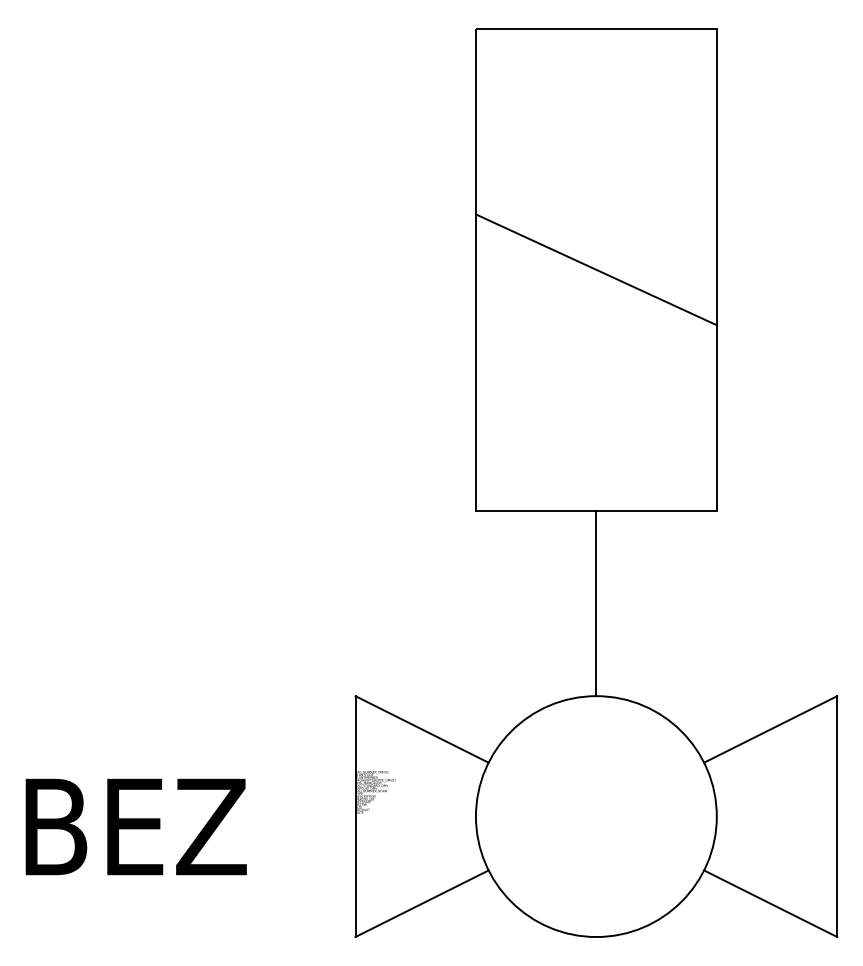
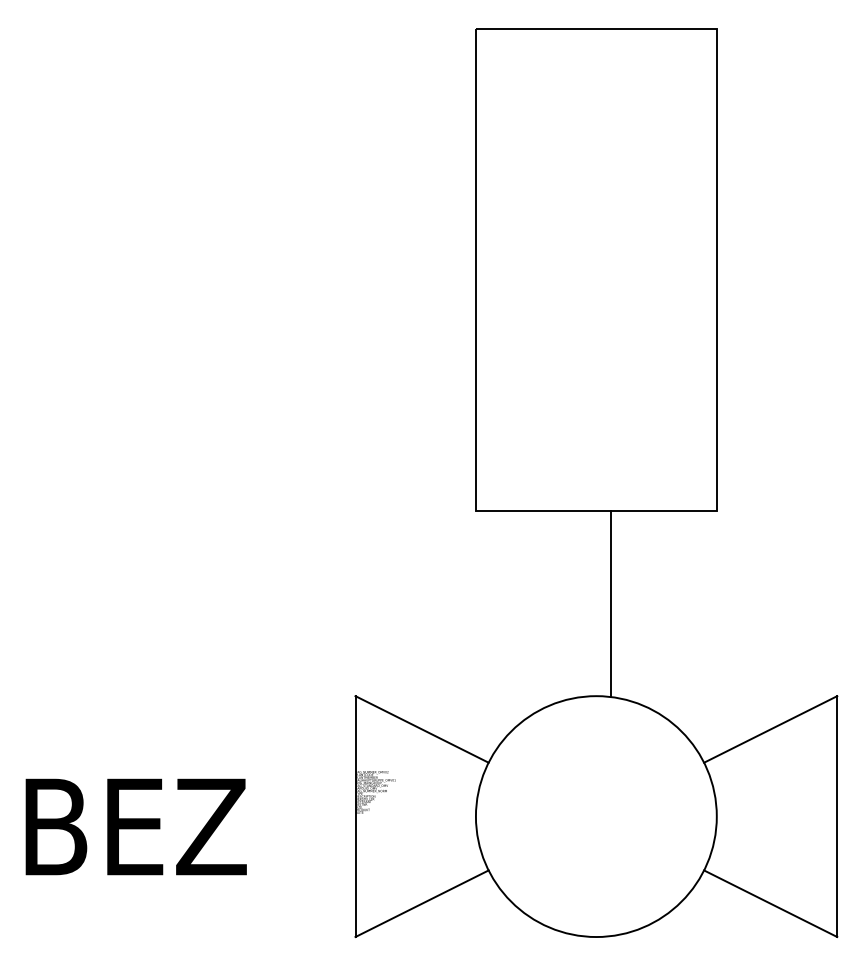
line at (595, 269): present -> none
line at (596, 603) position: (596, 603) -> (611, 603)
